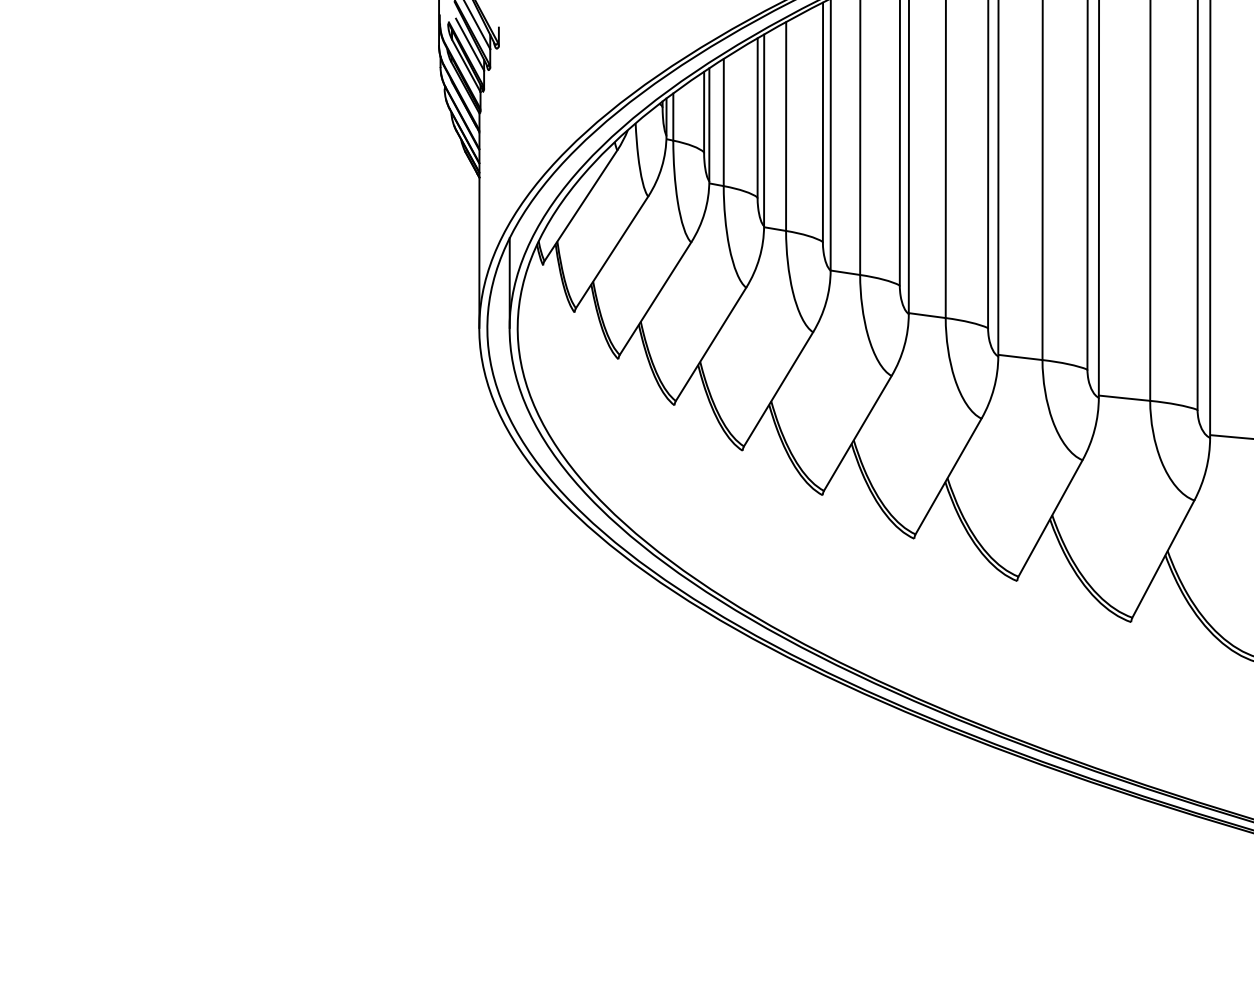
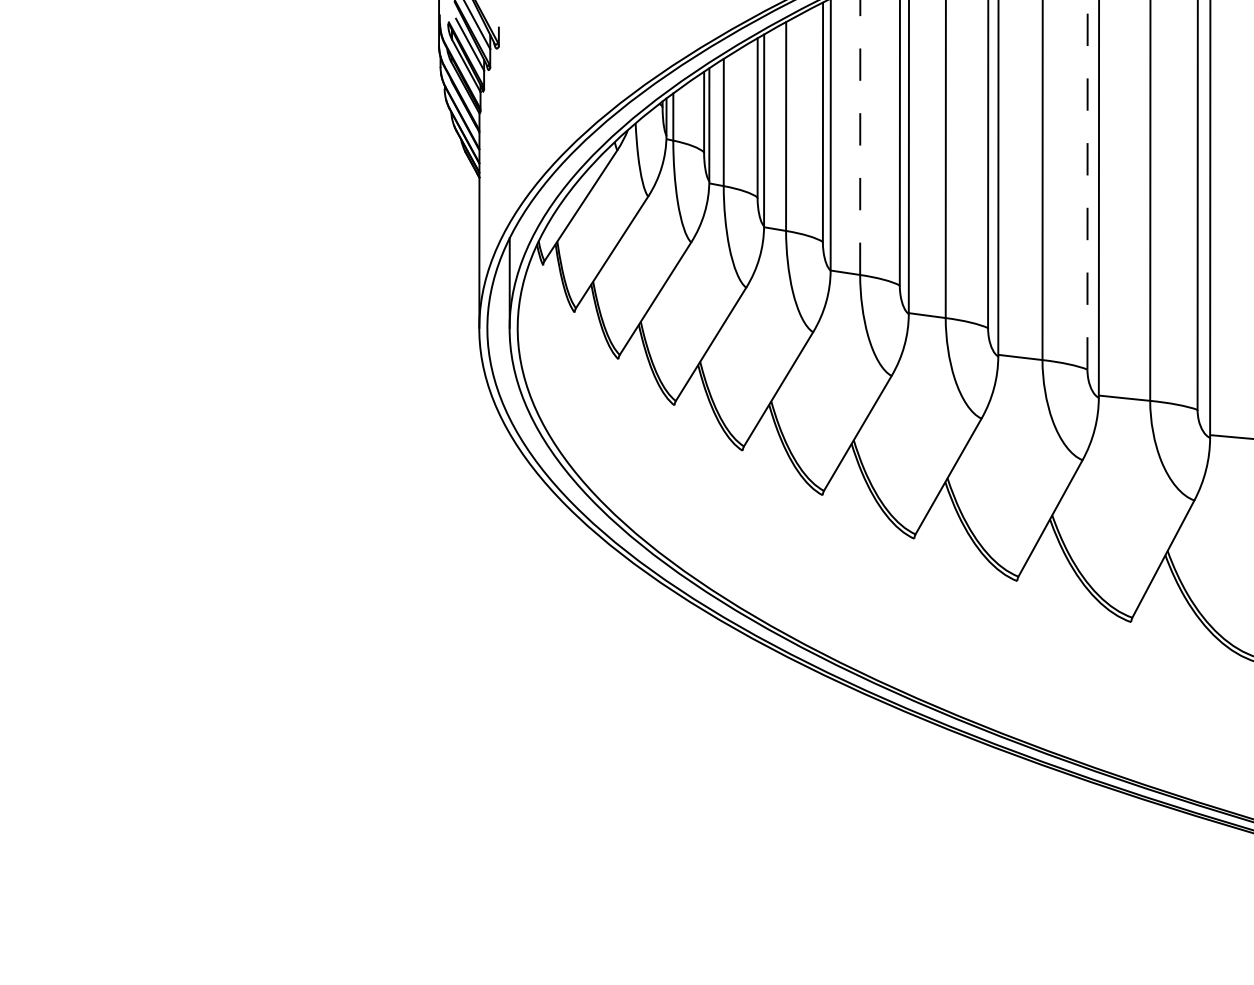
line at (860, 137): solid -> dashed
line at (1087, 184): solid -> dashed
